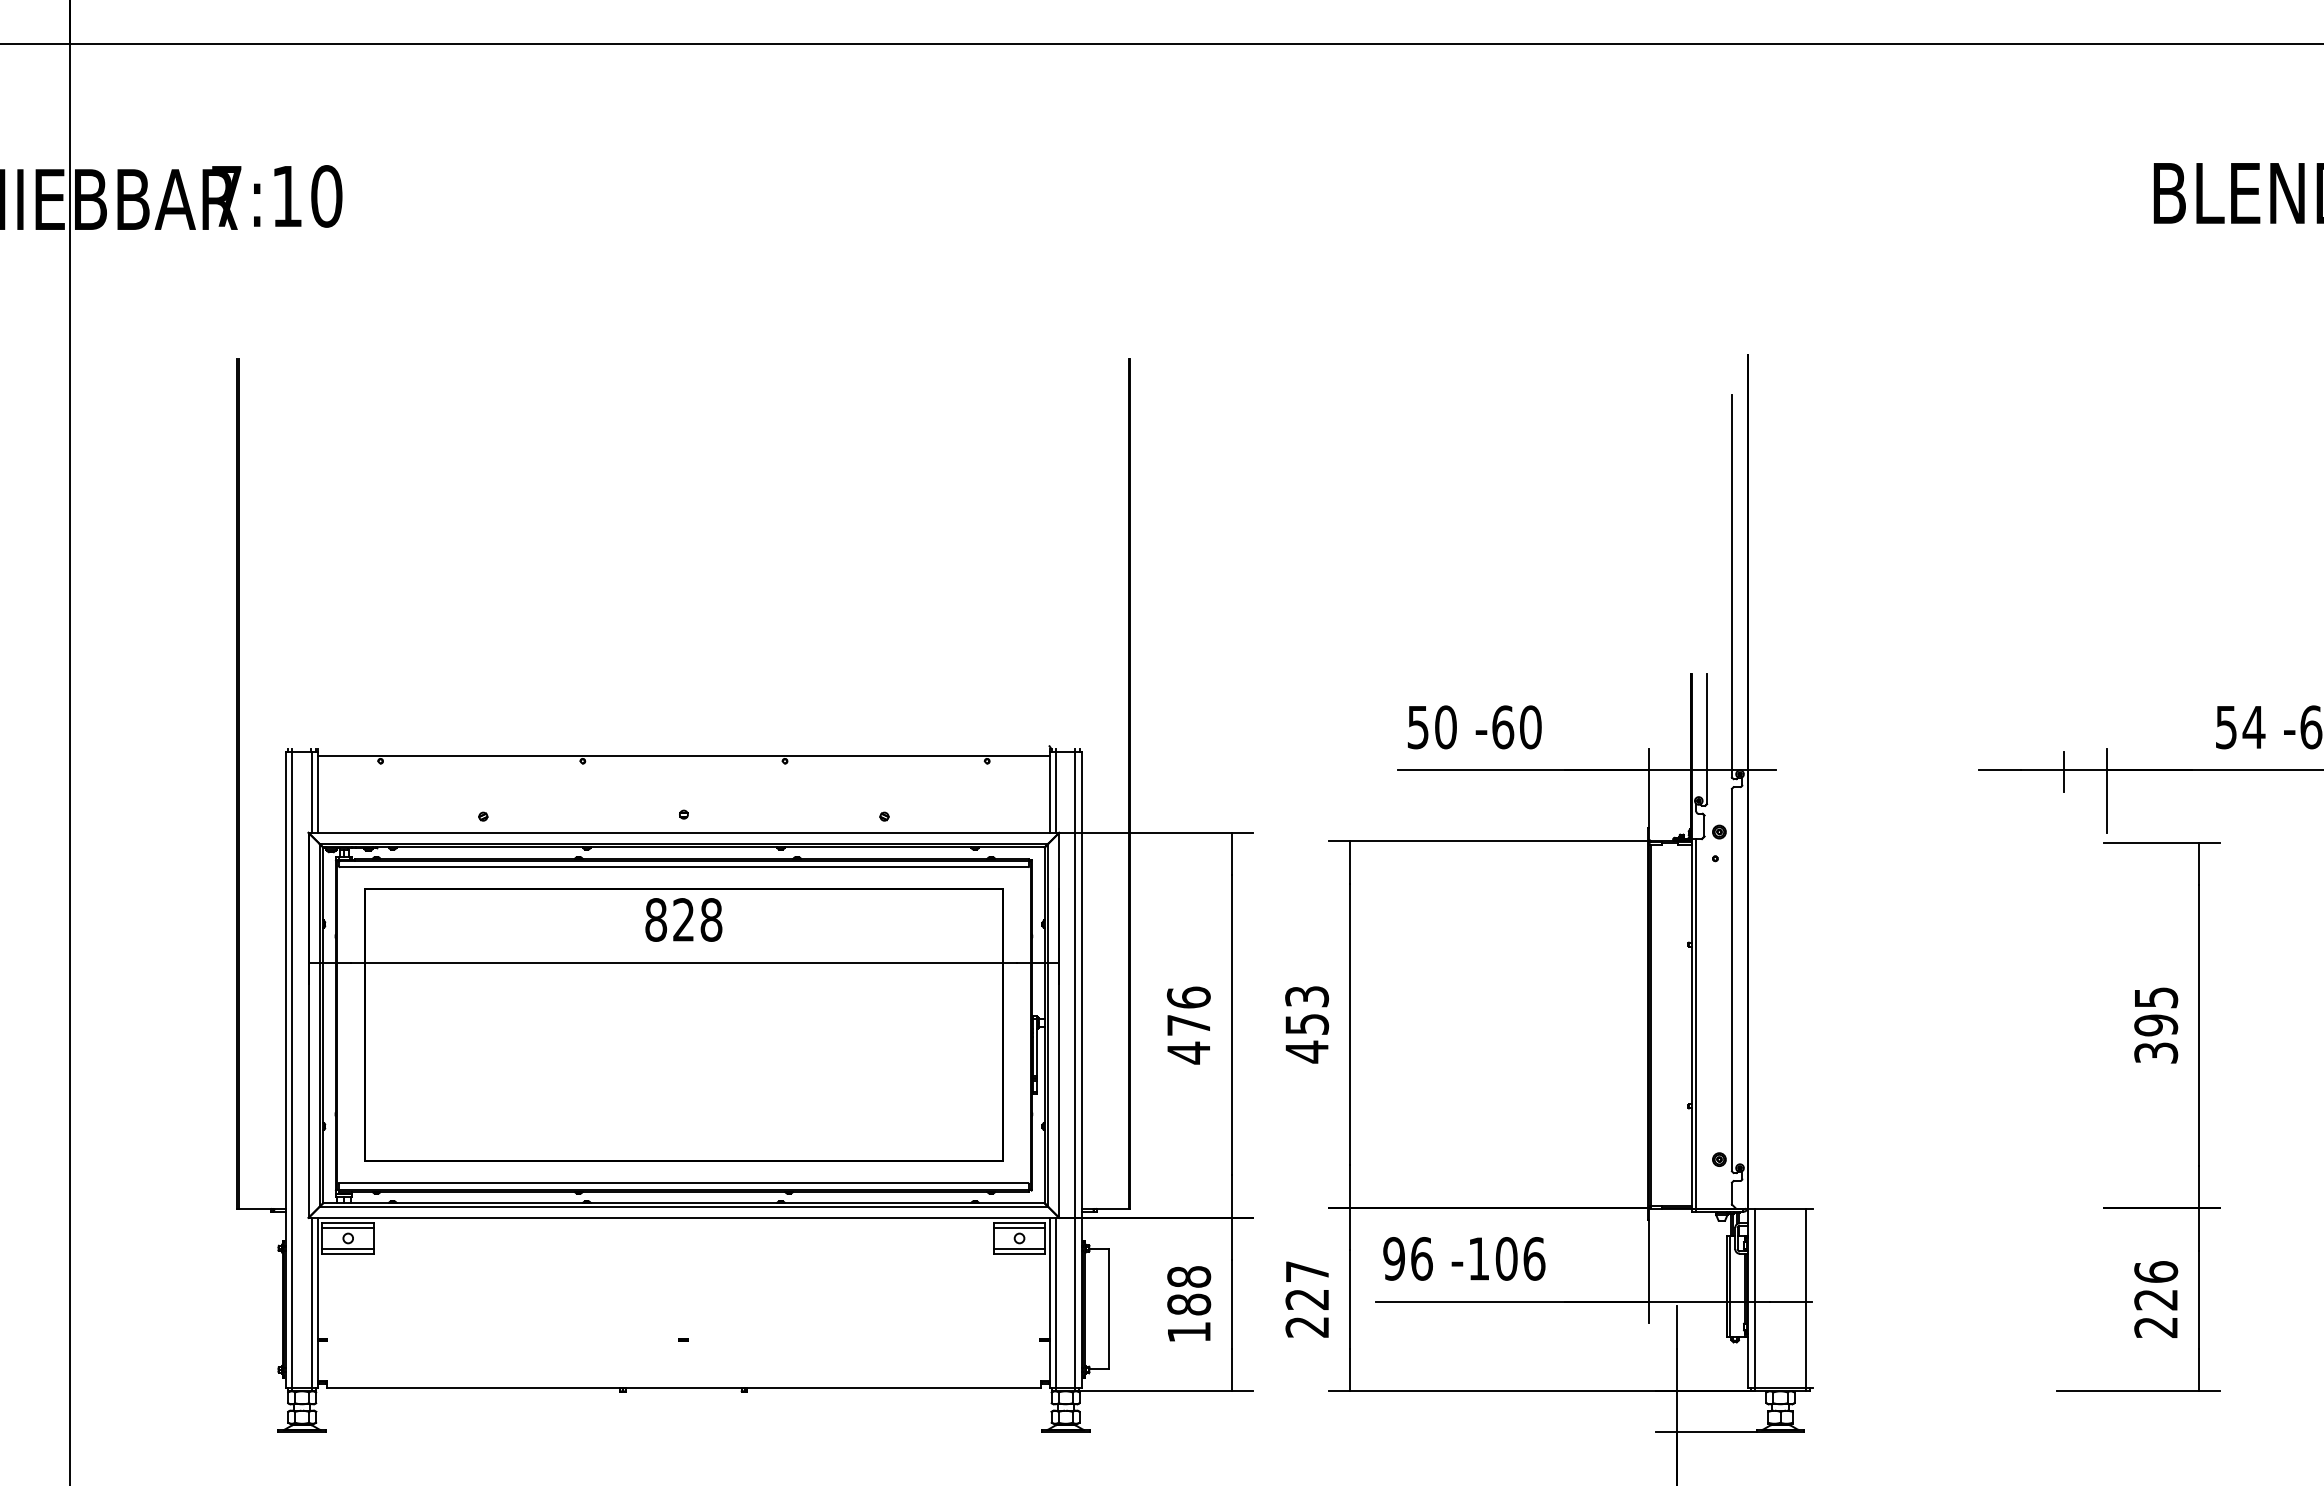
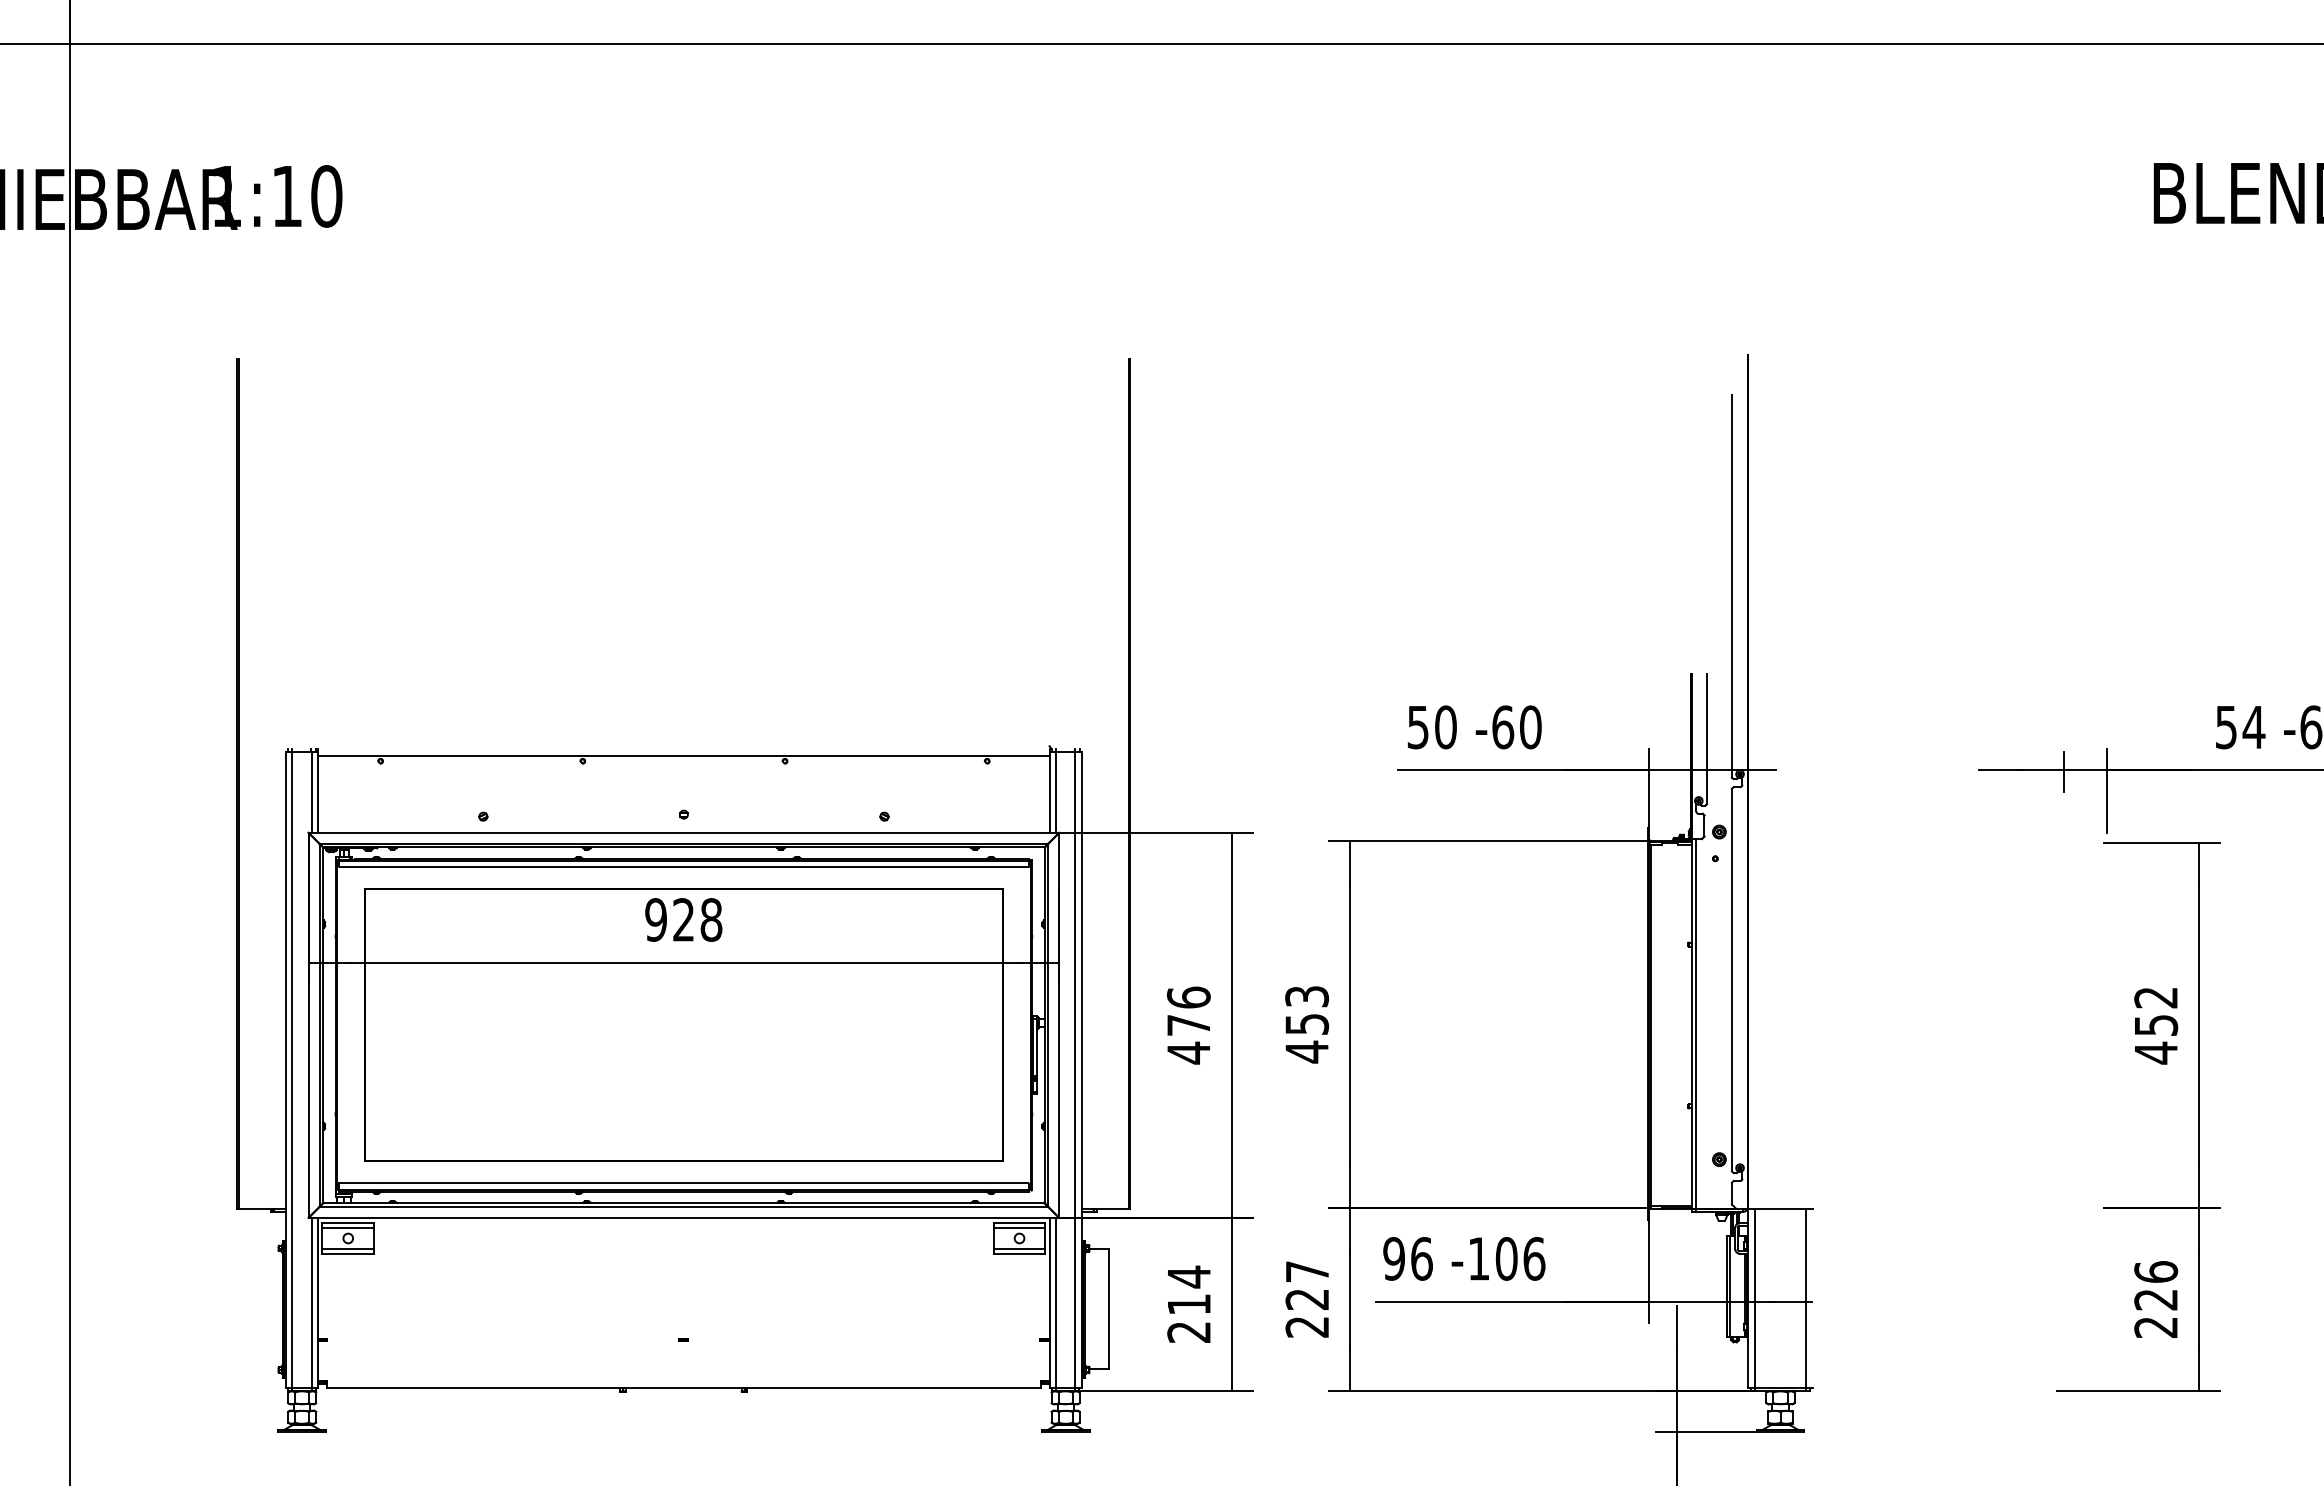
text at (226, 196): 7:10 -> 1:10
text at (656, 919): 828 -> 928
text at (2156, 1025): 395 -> 452
text at (1189, 1303): 188 -> 214
